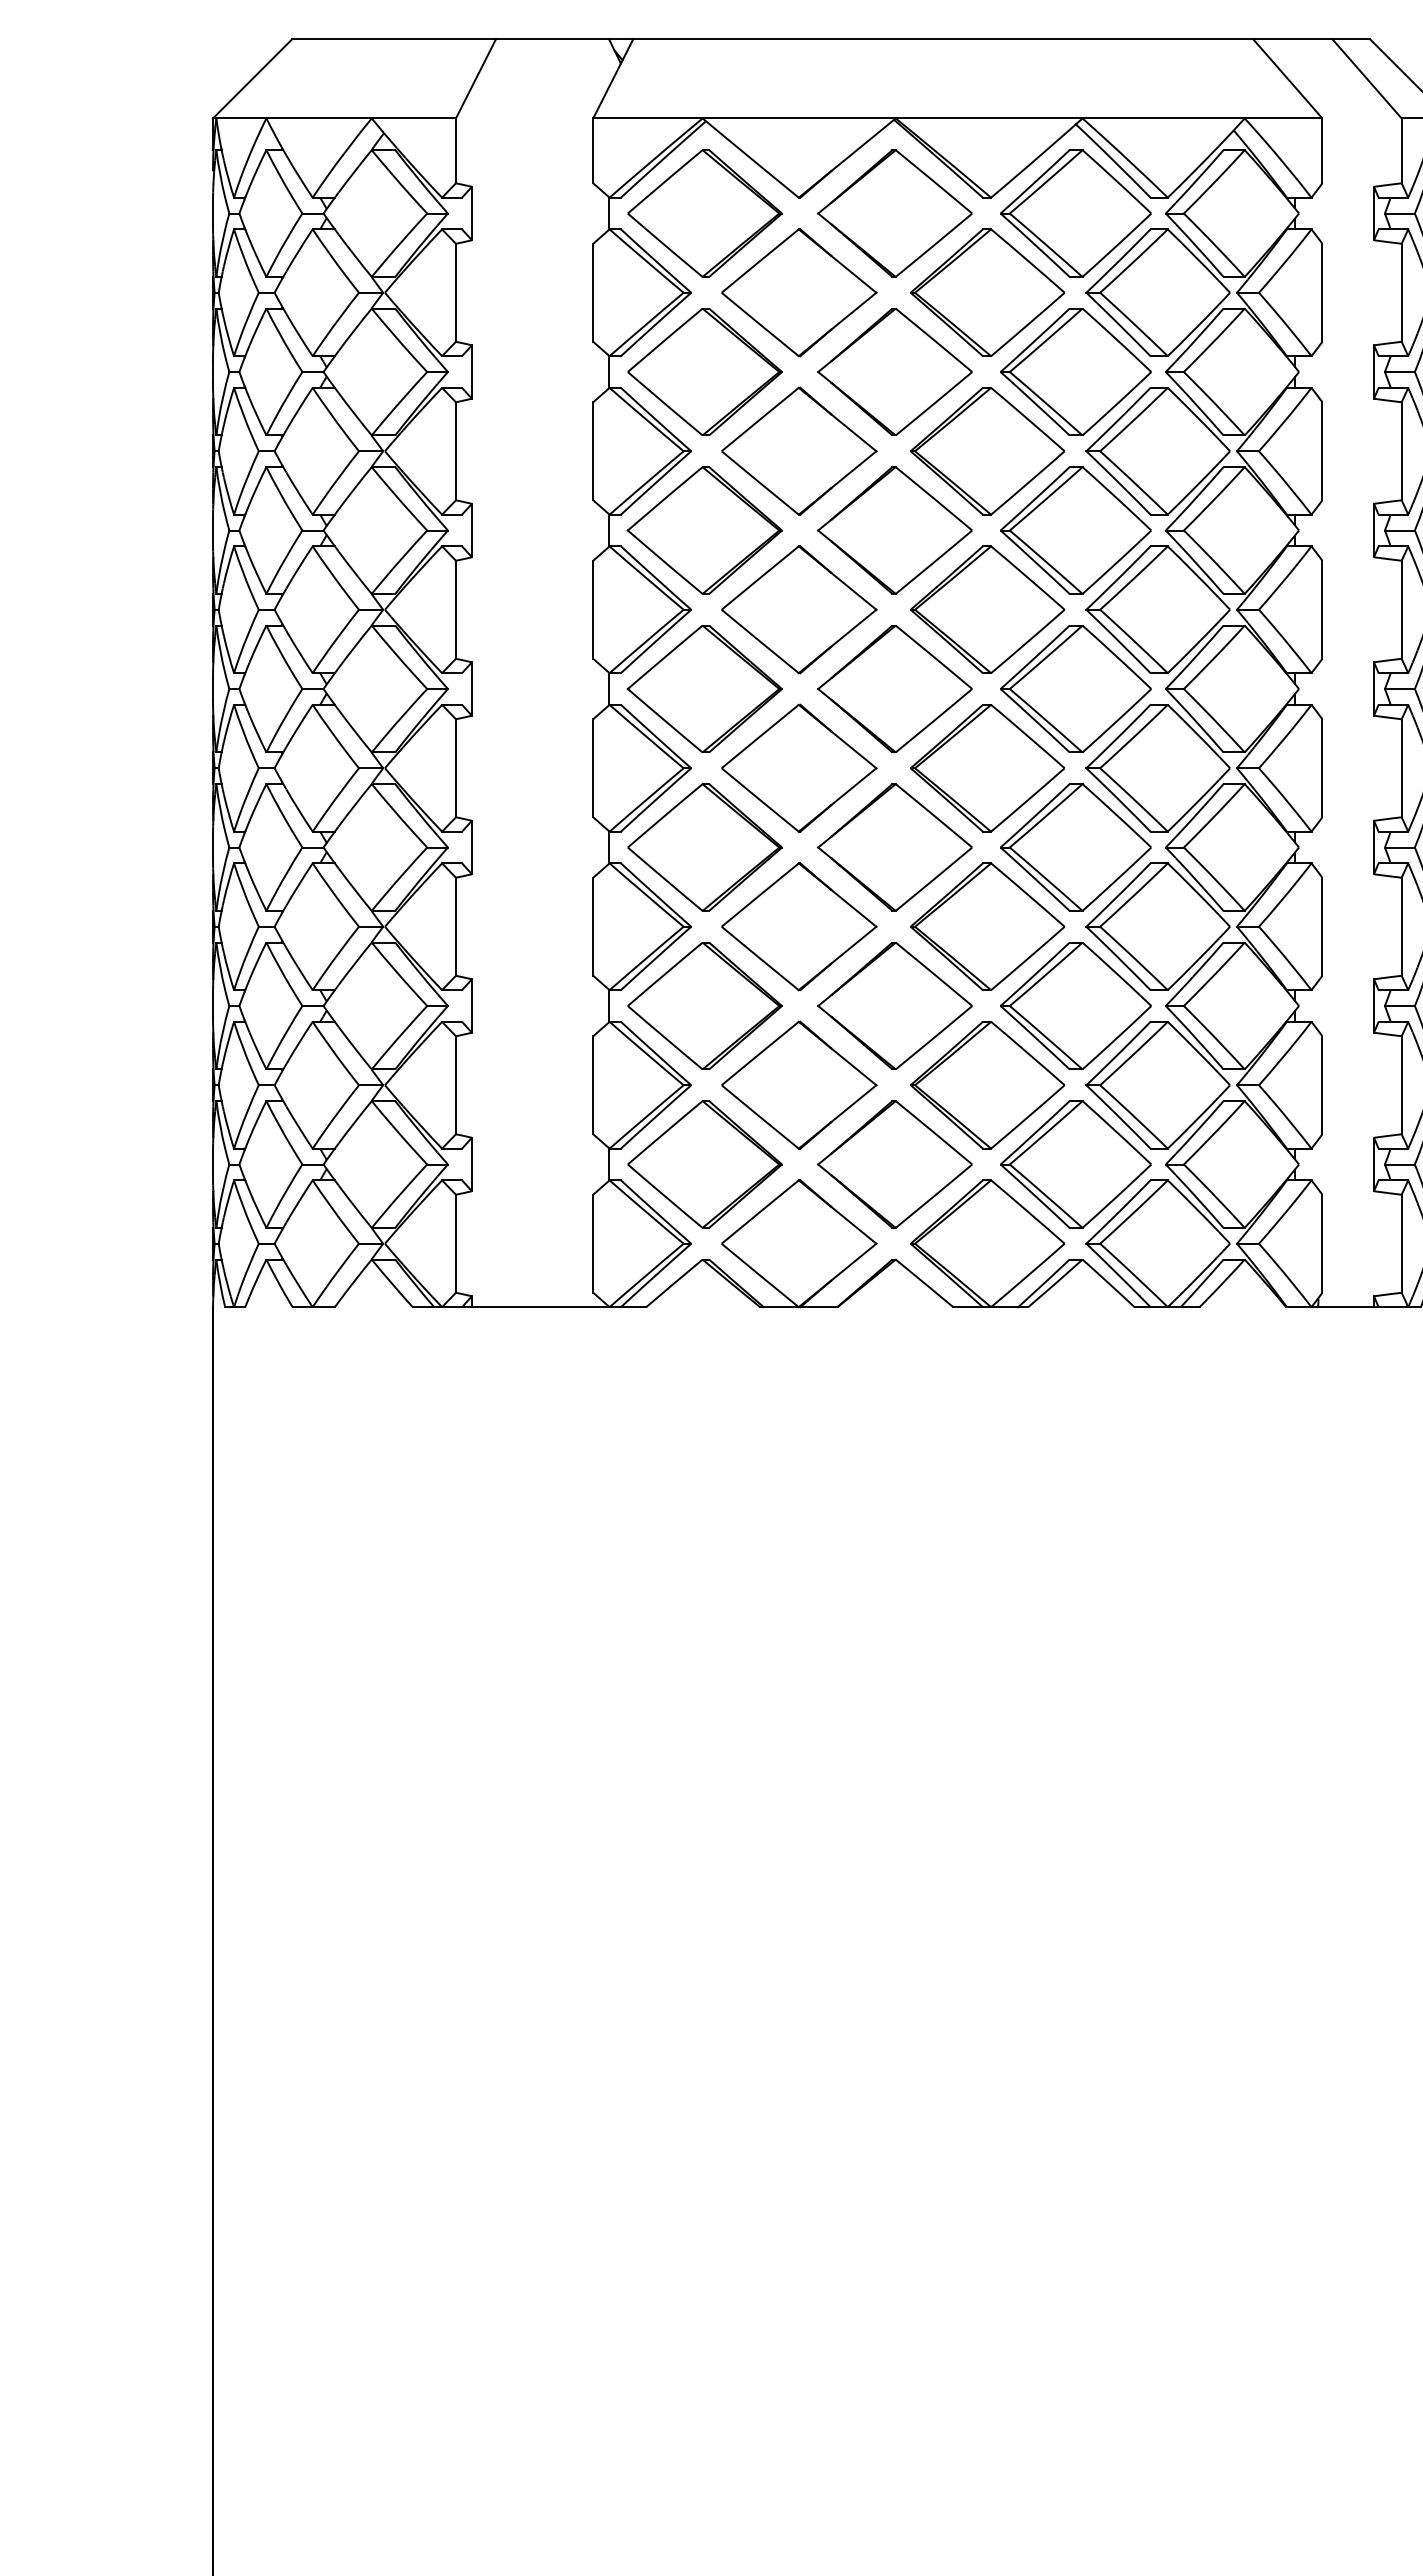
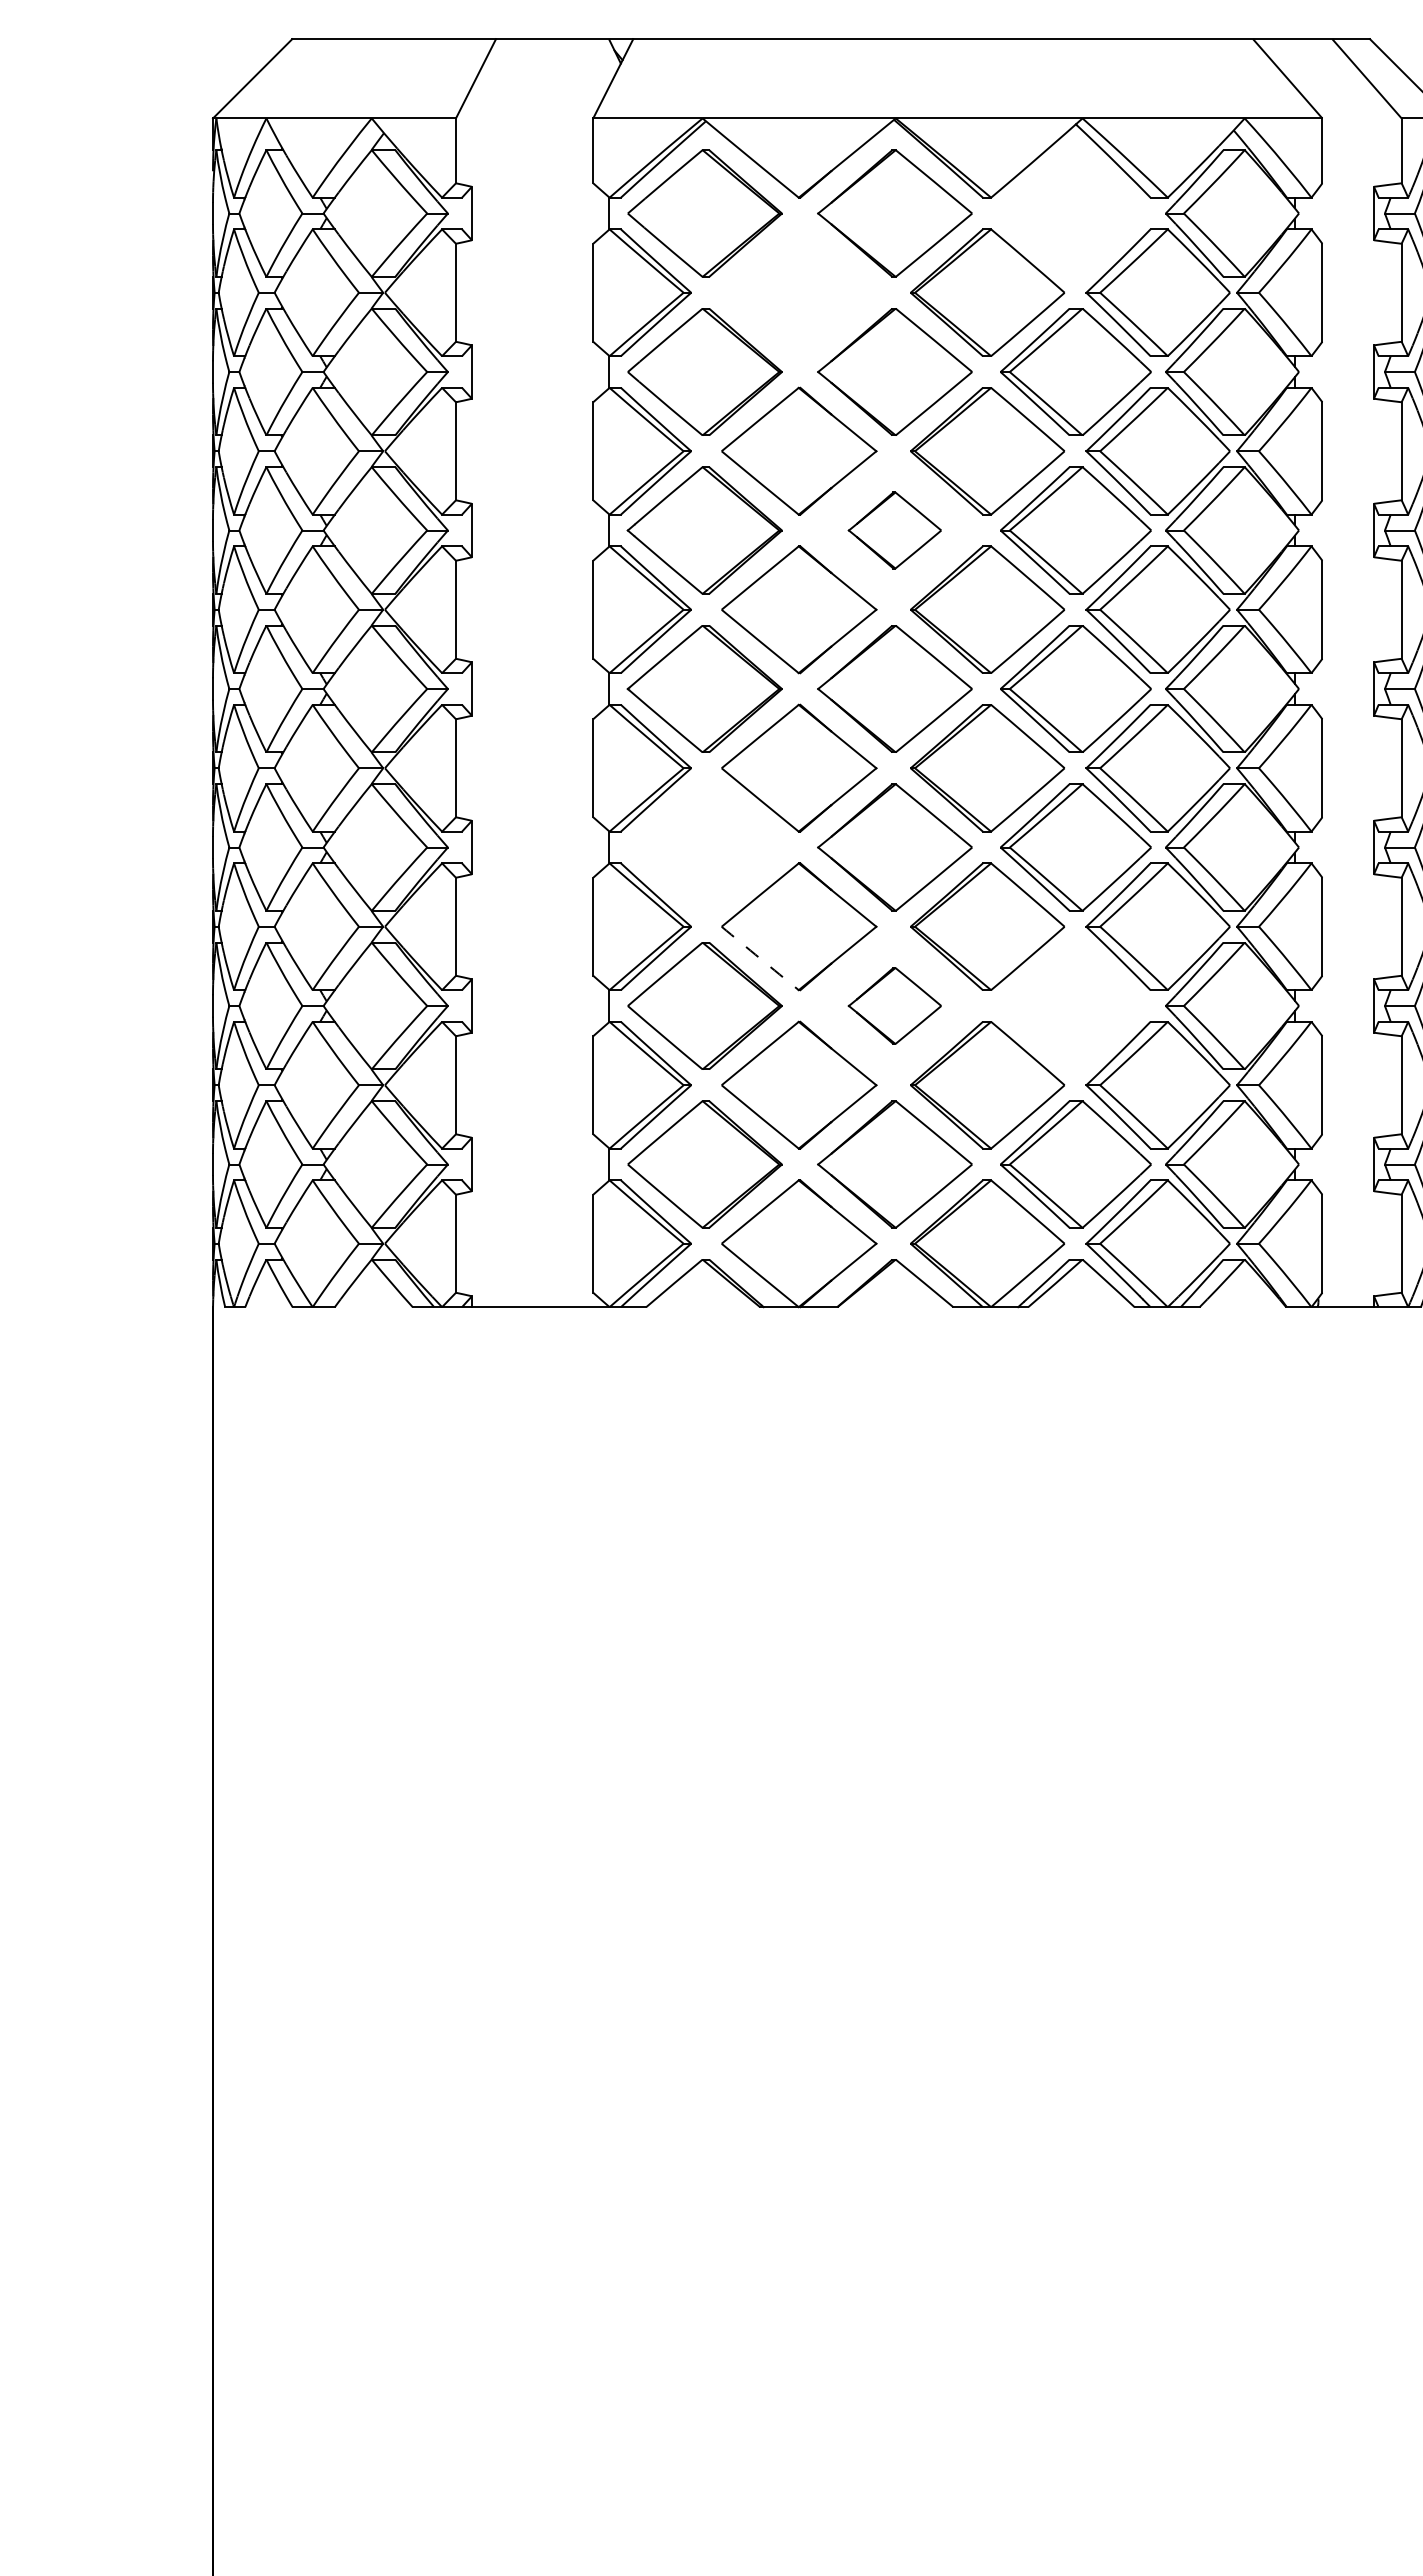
part at (1075, 213): present -> none
part at (799, 292): present -> none
part at (894, 530) size: 156x129 px -> 95x79 px
part at (704, 847): present -> none
arc at (760, 958): solid -> dashed
part at (894, 1005) size: 156x128 px -> 95x78 px
part at (1075, 1005): present -> none
